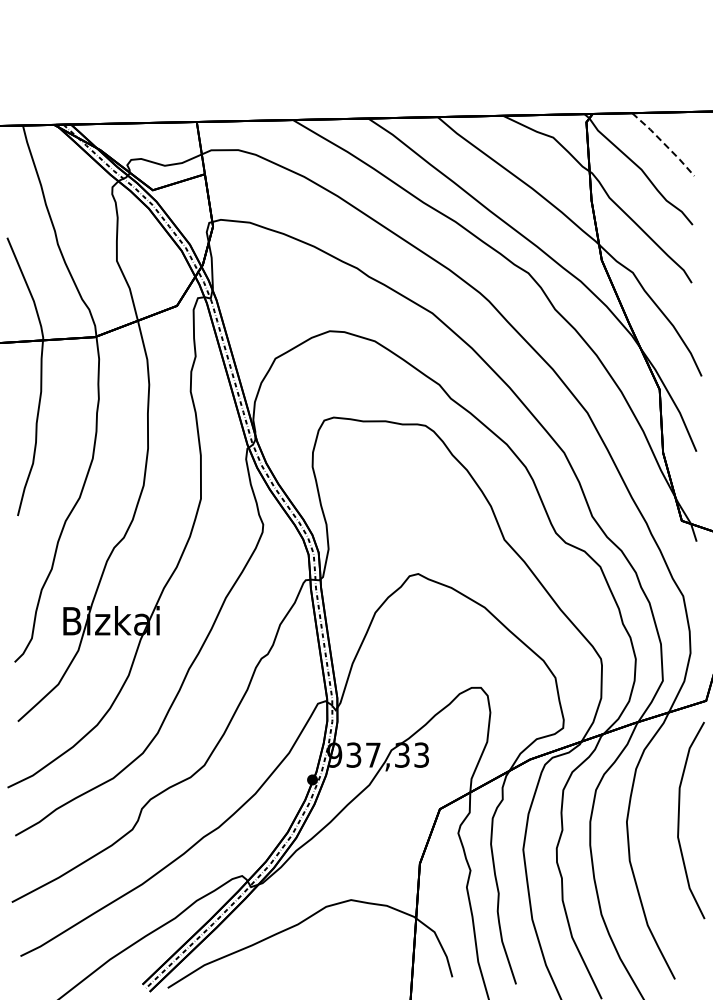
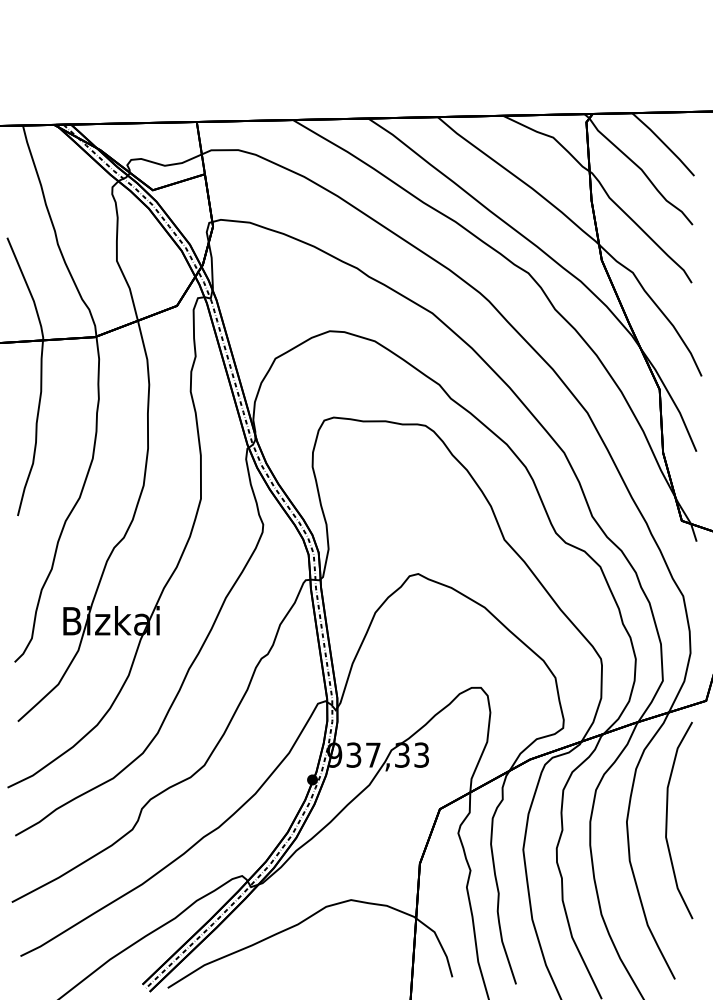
line at (664, 144): dashed -> solid
curve at (679, 820) position: (679, 820) -> (667, 820)
